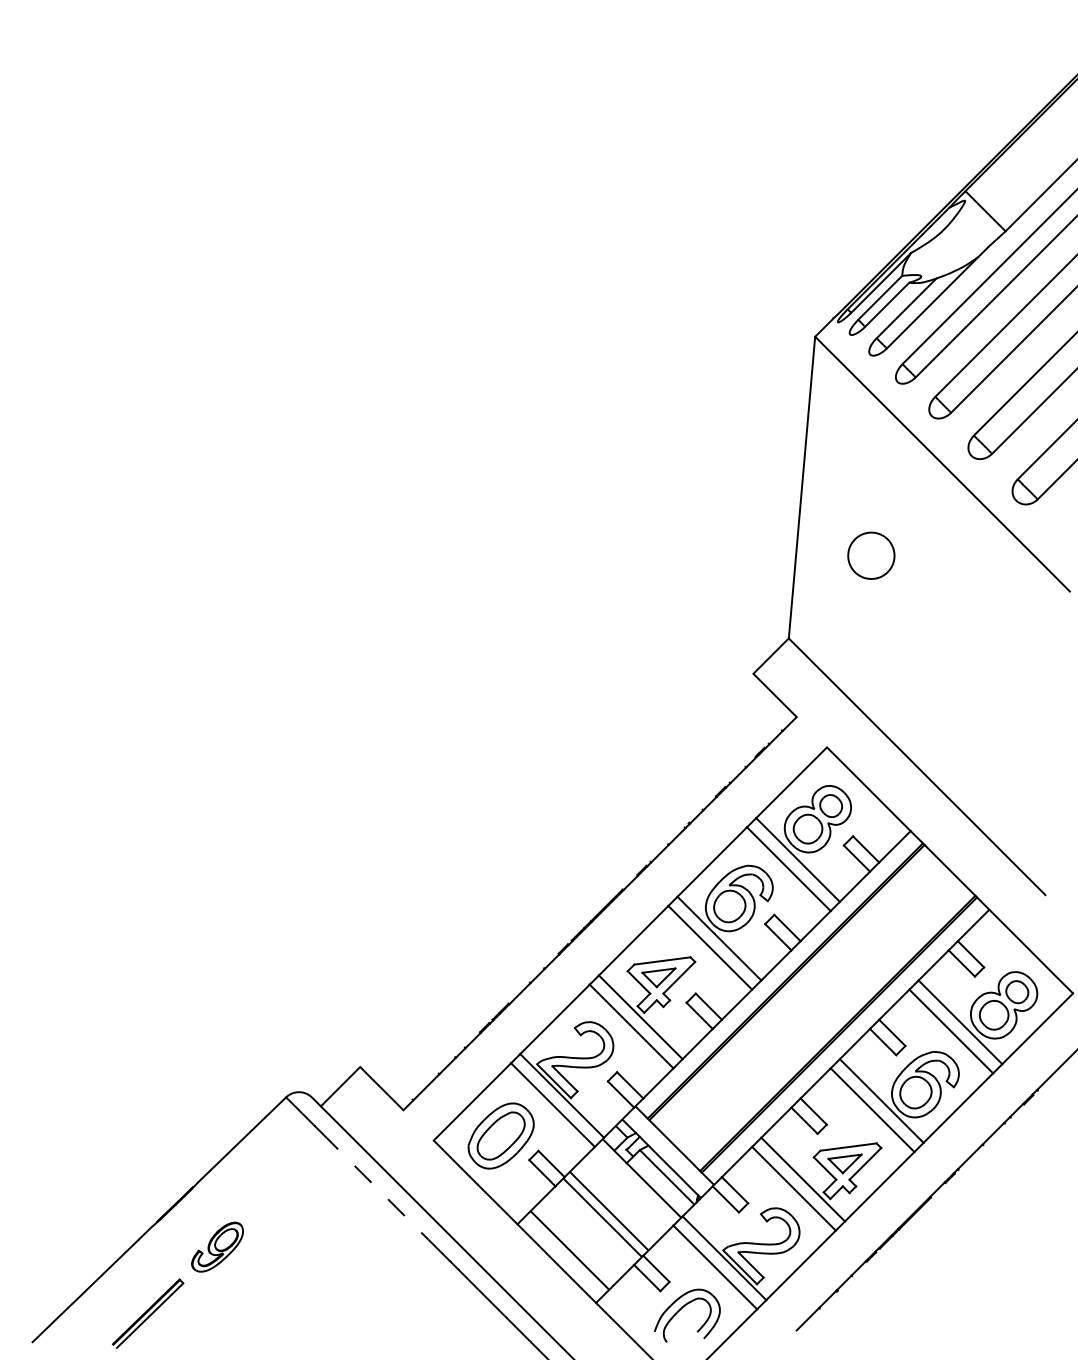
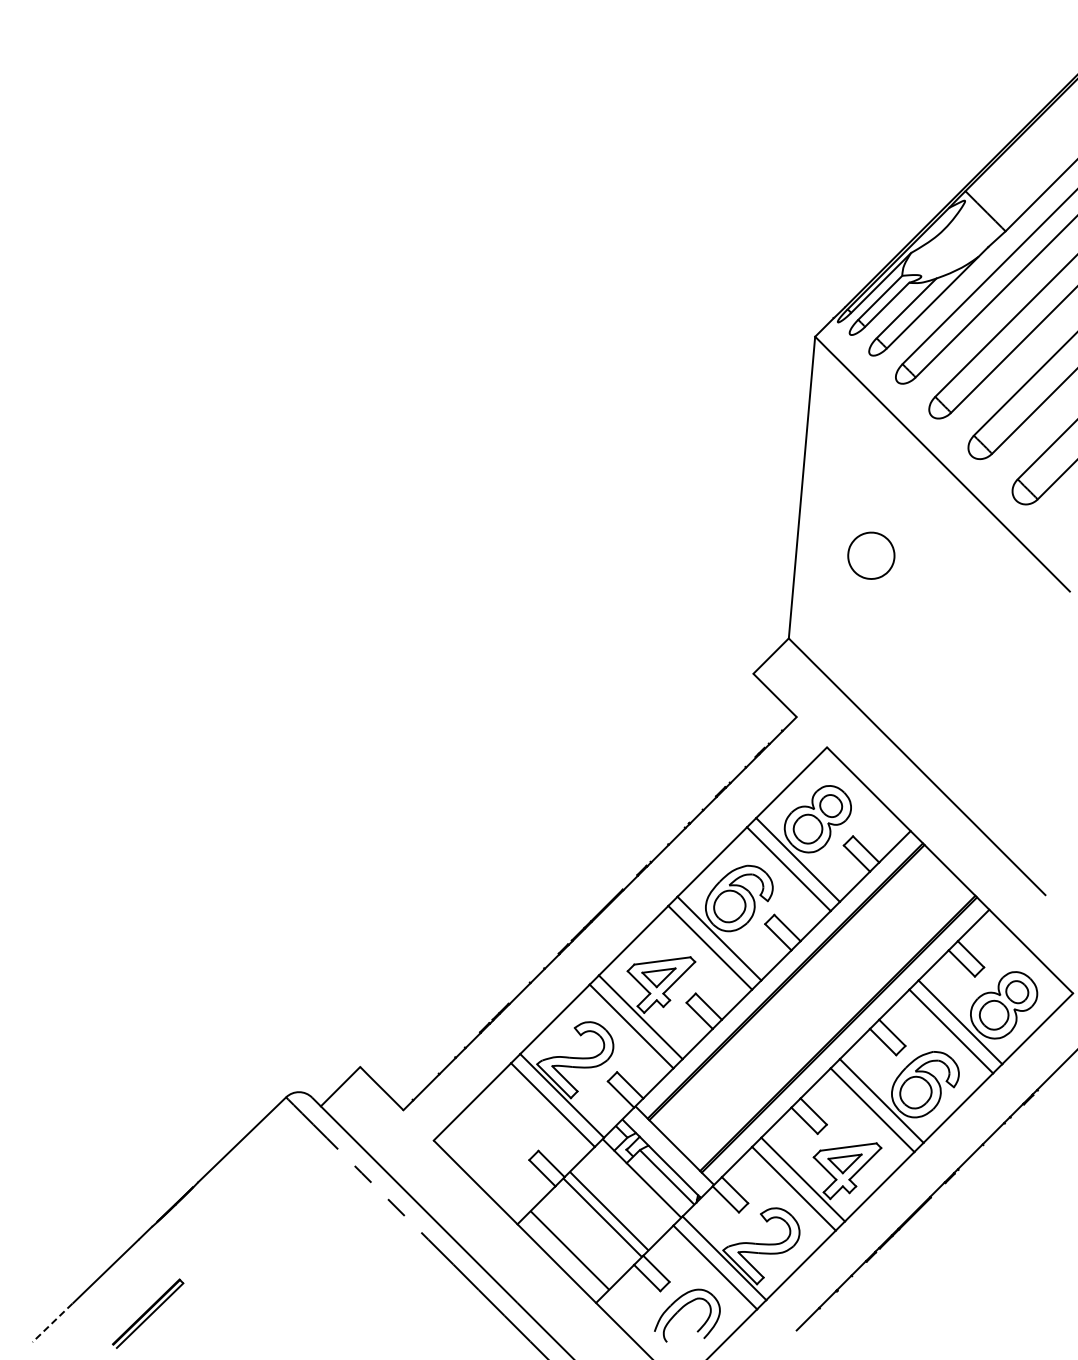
part at (500, 1135): present -> none
part at (217, 1246): present -> none
line at (52, 1322): solid -> dashed
